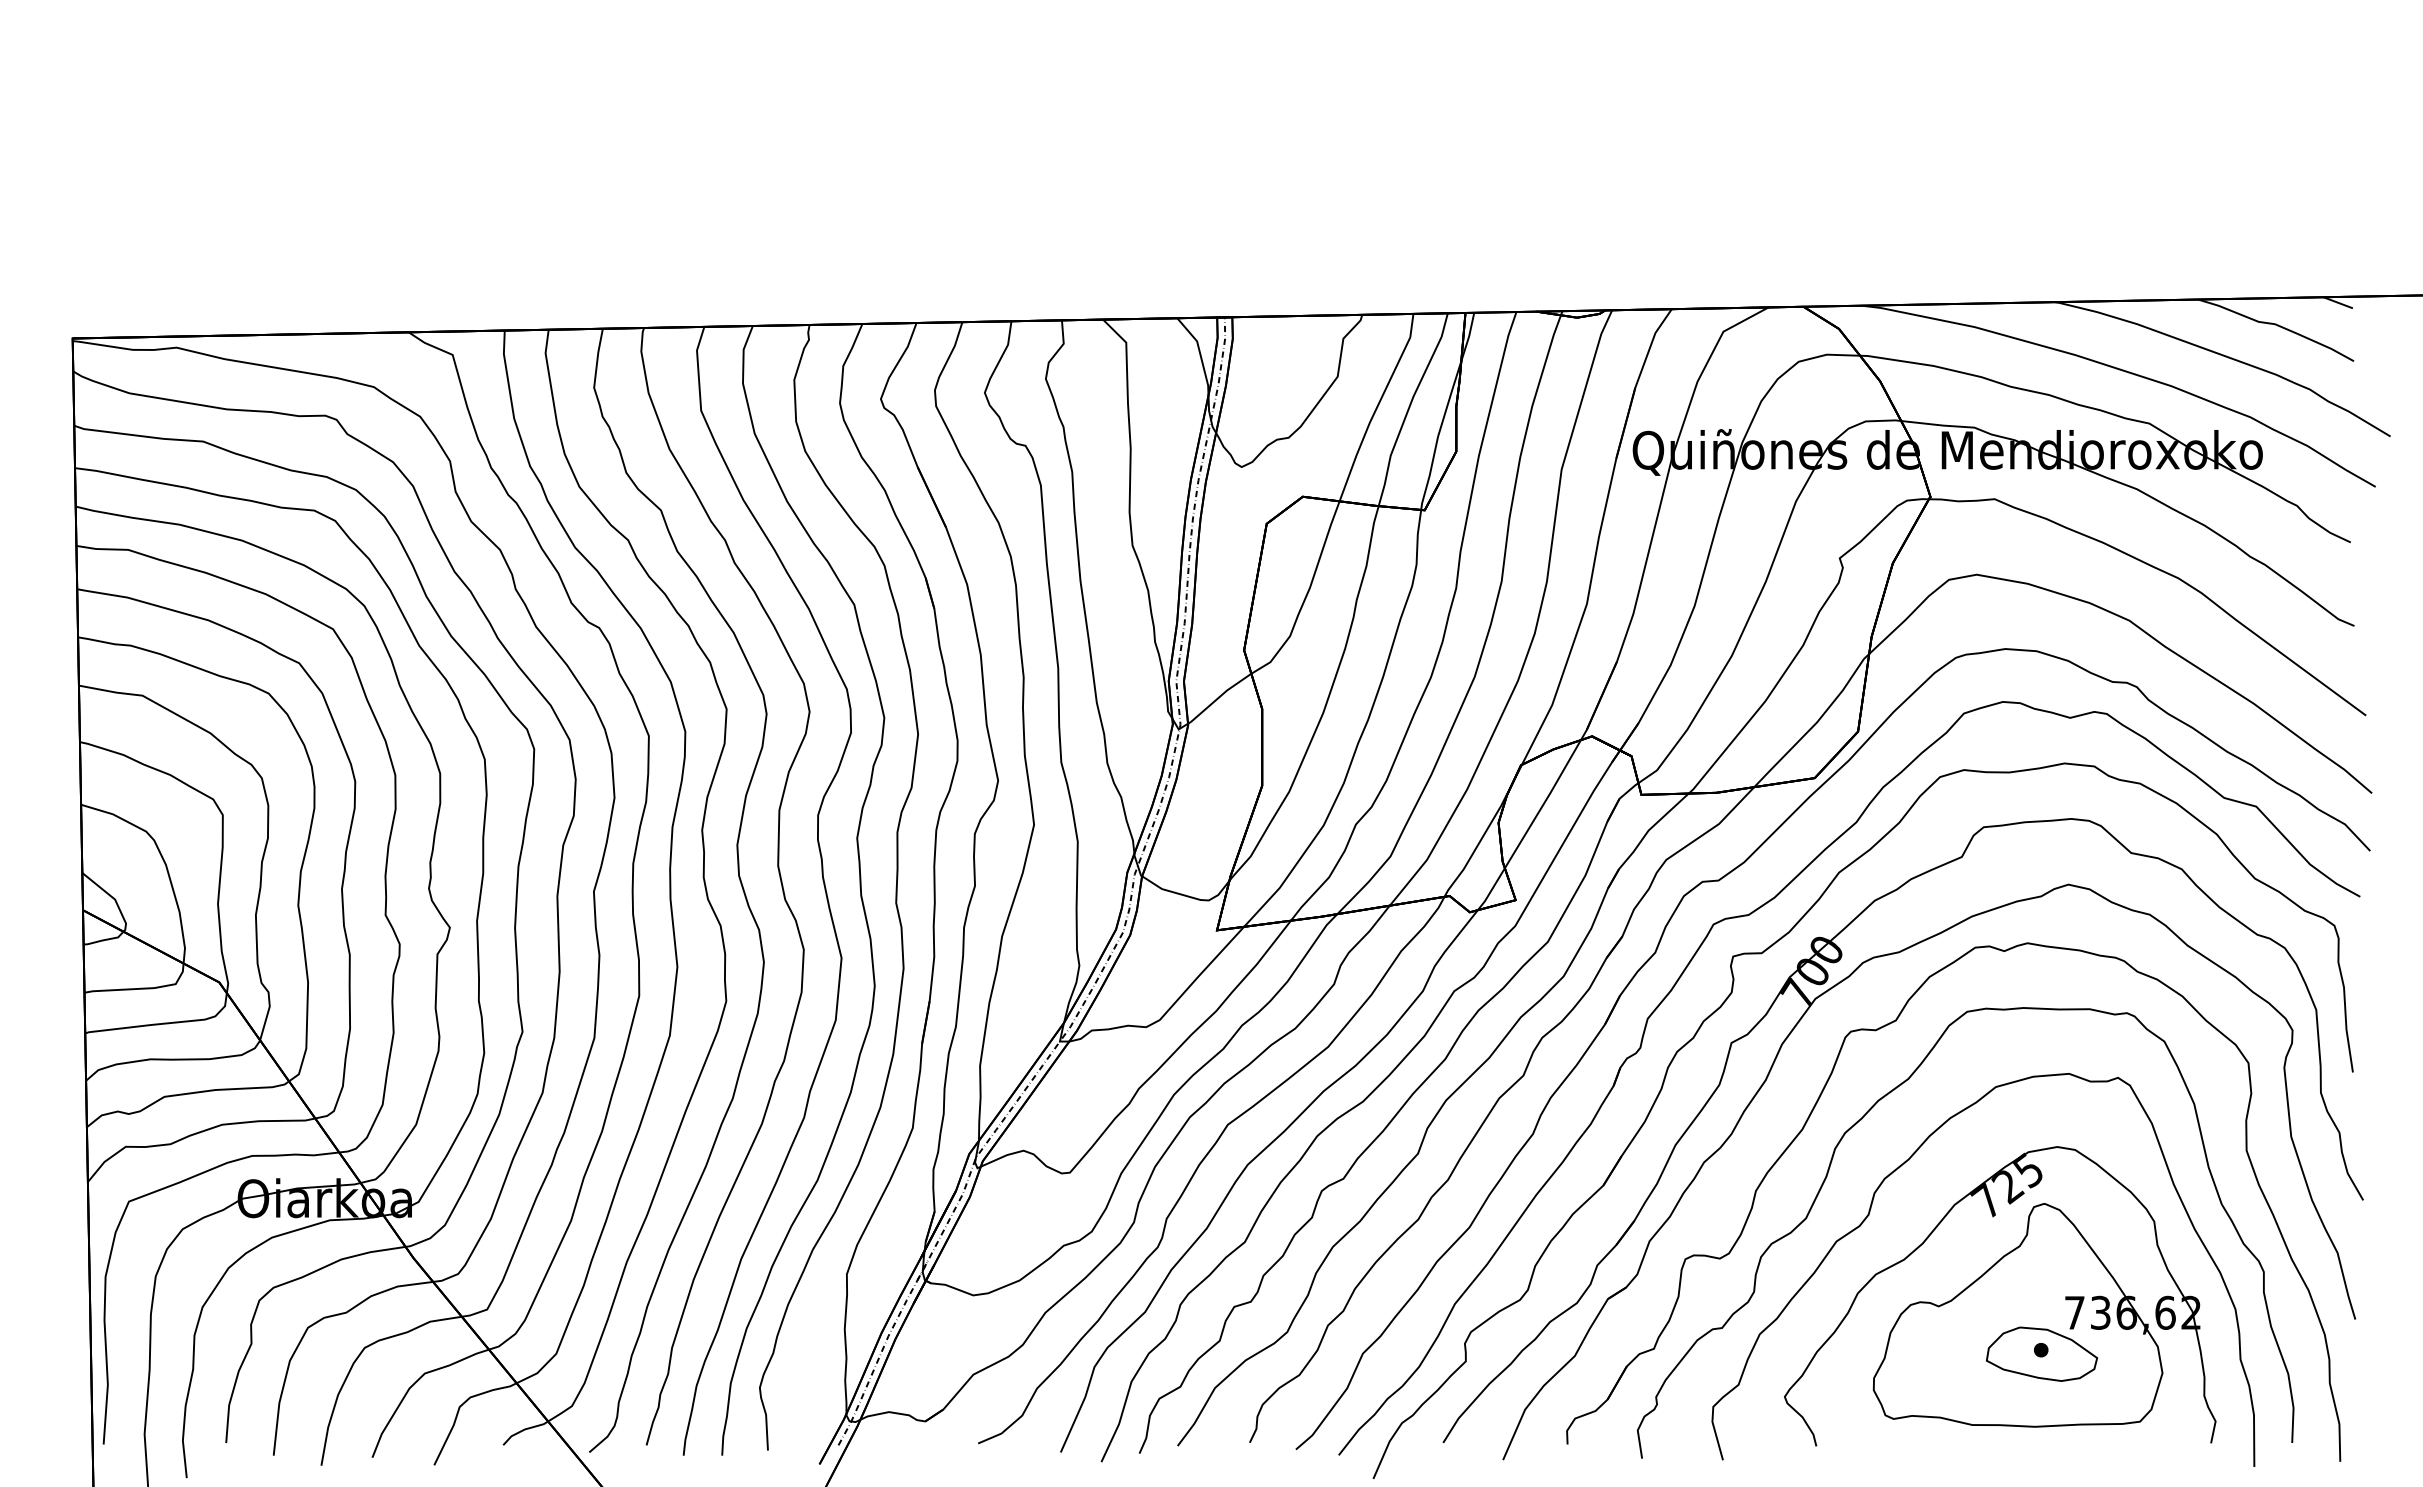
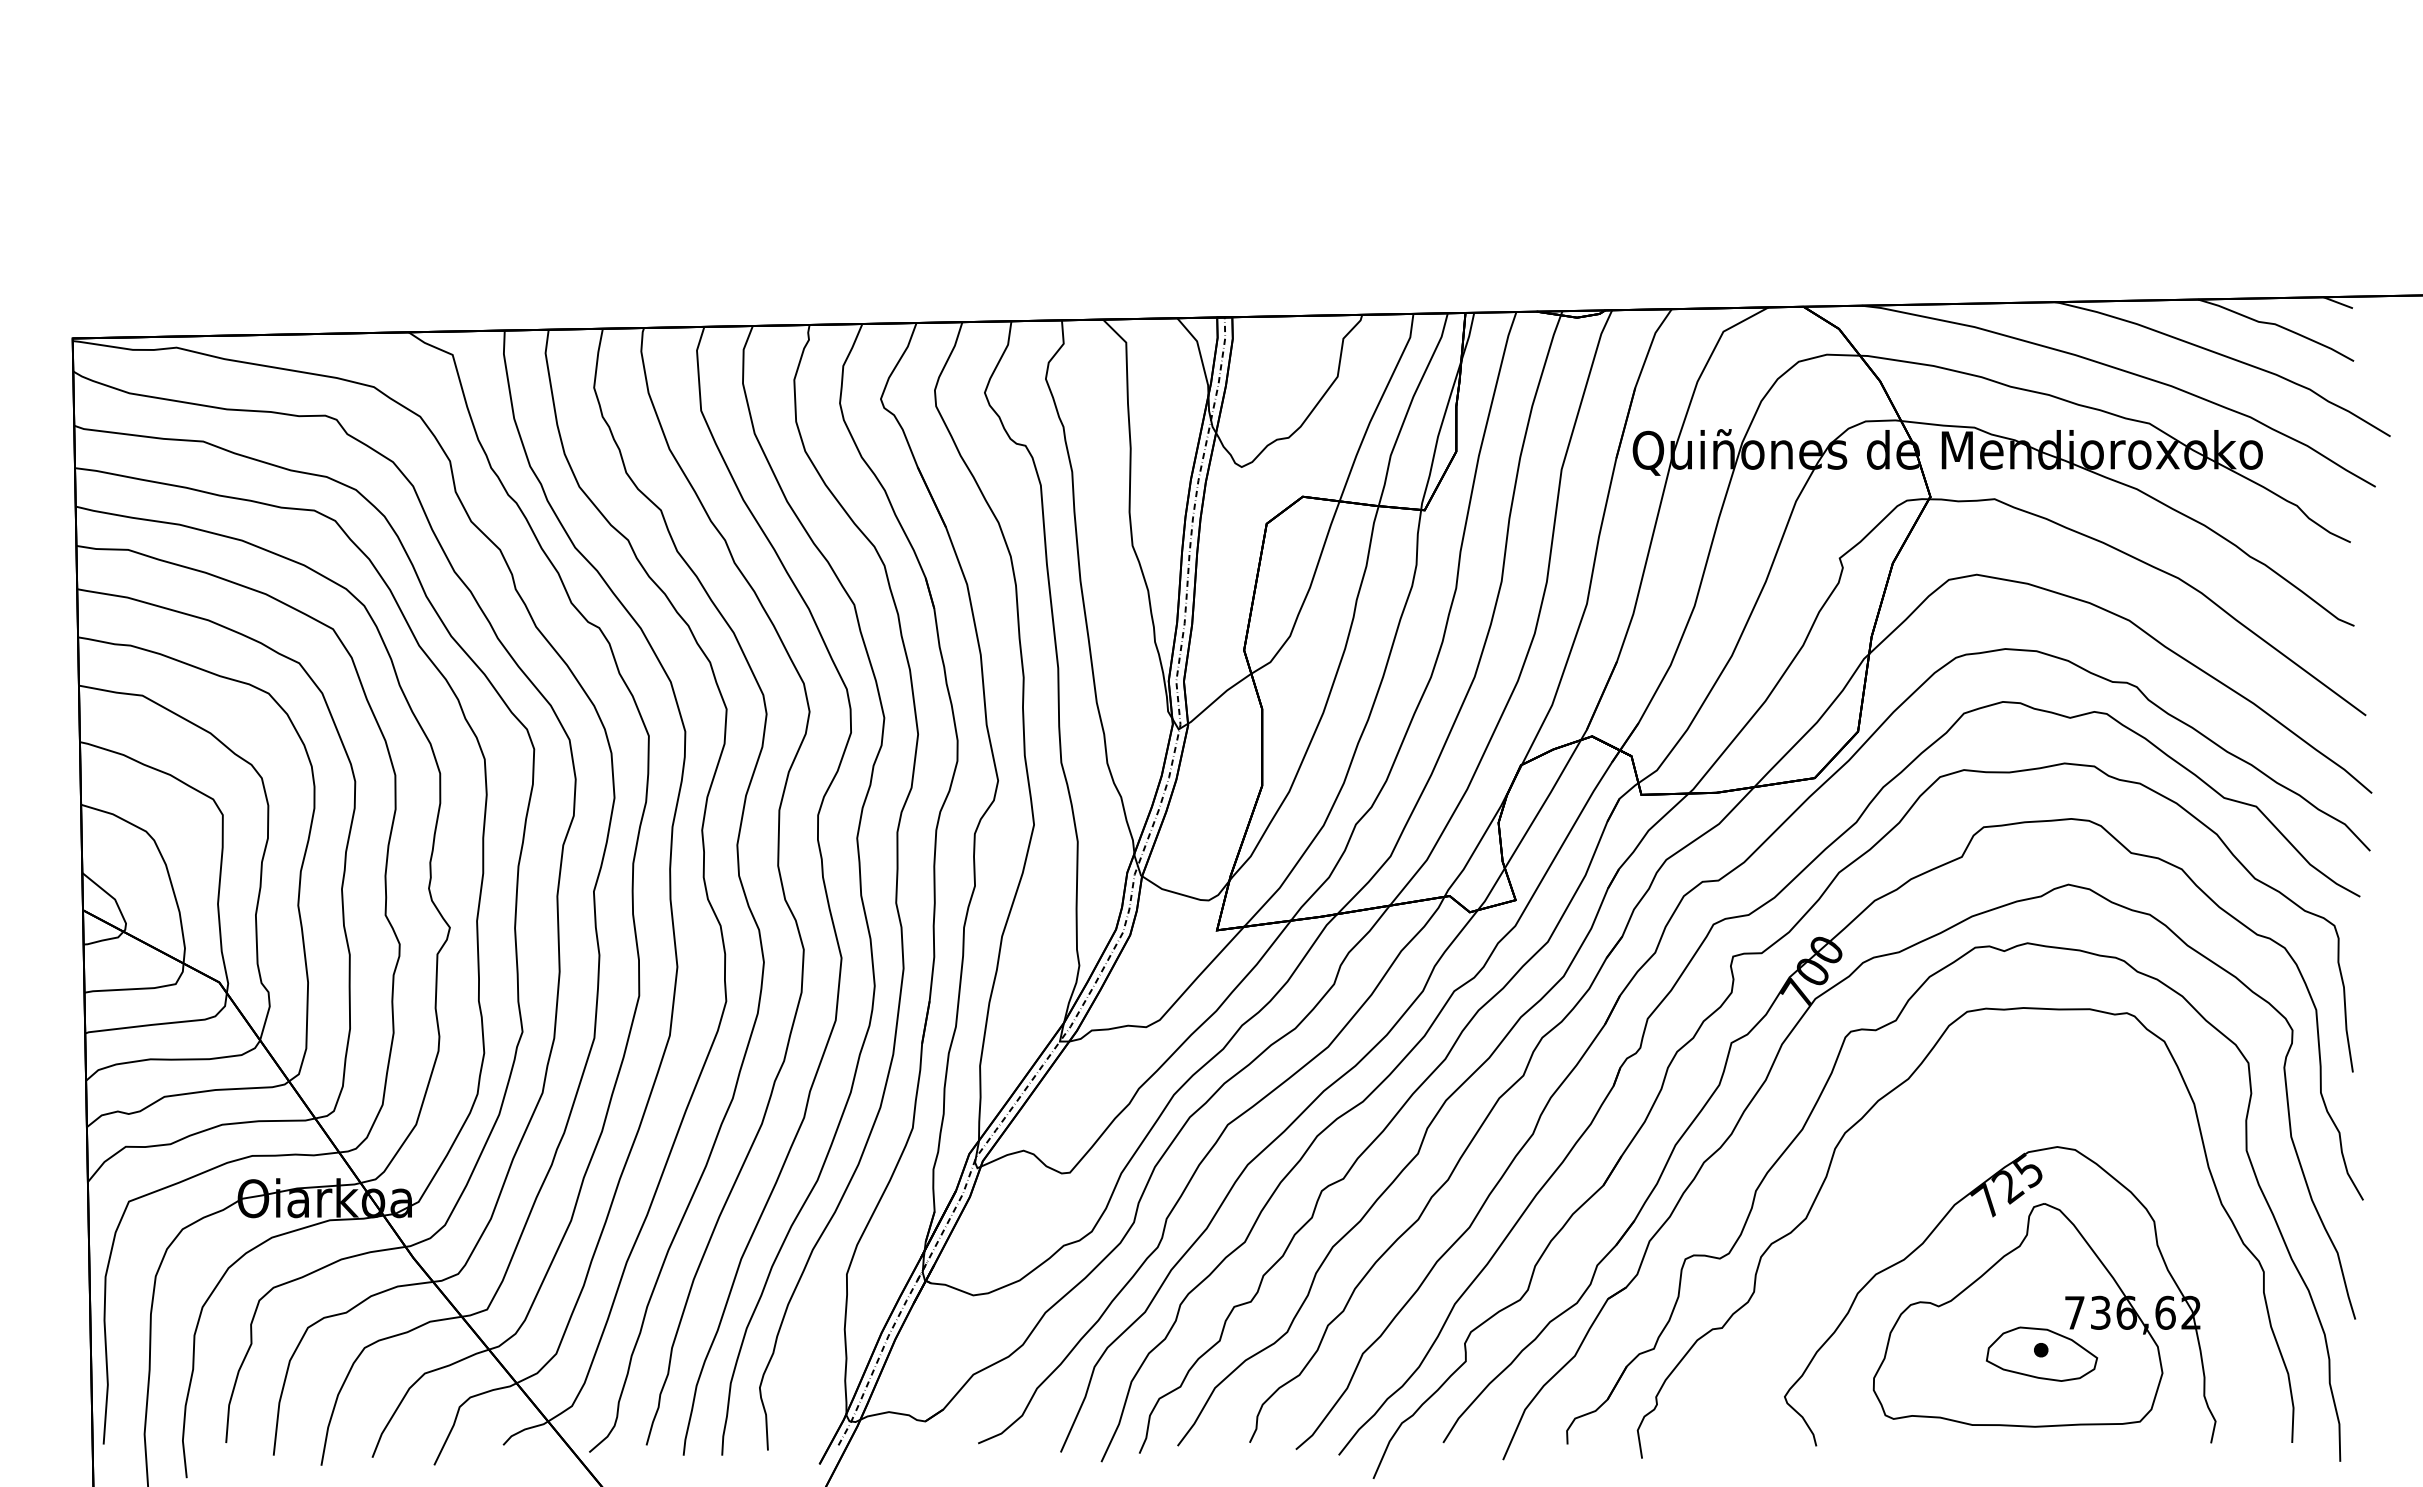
curve at (1869, 1215): present -> none
